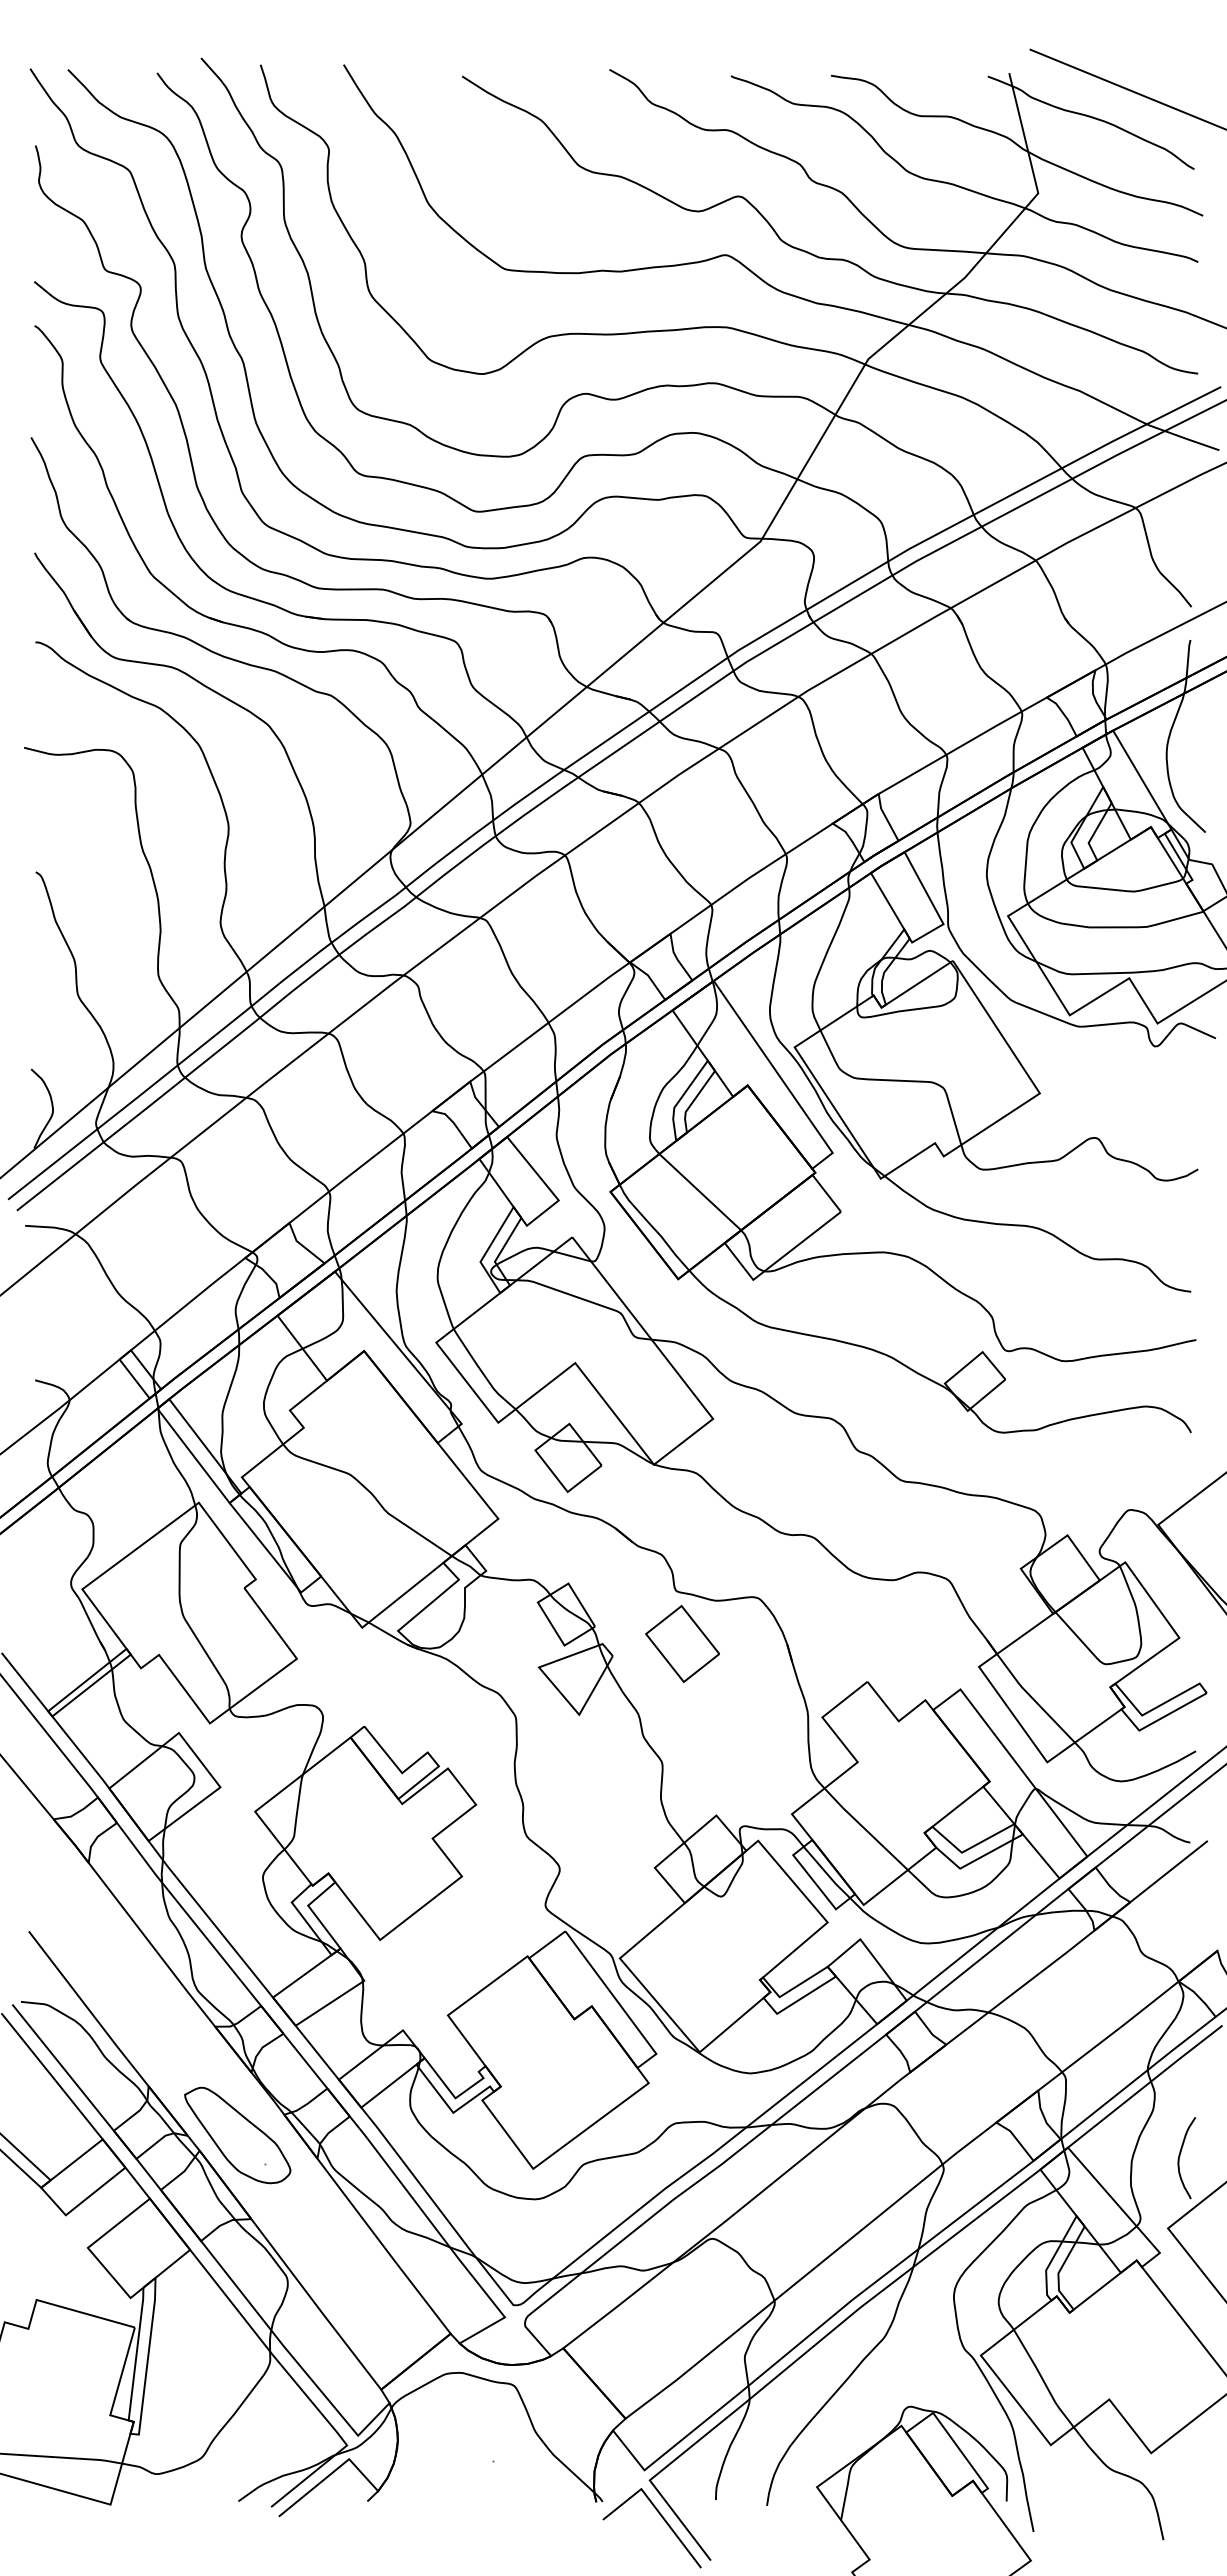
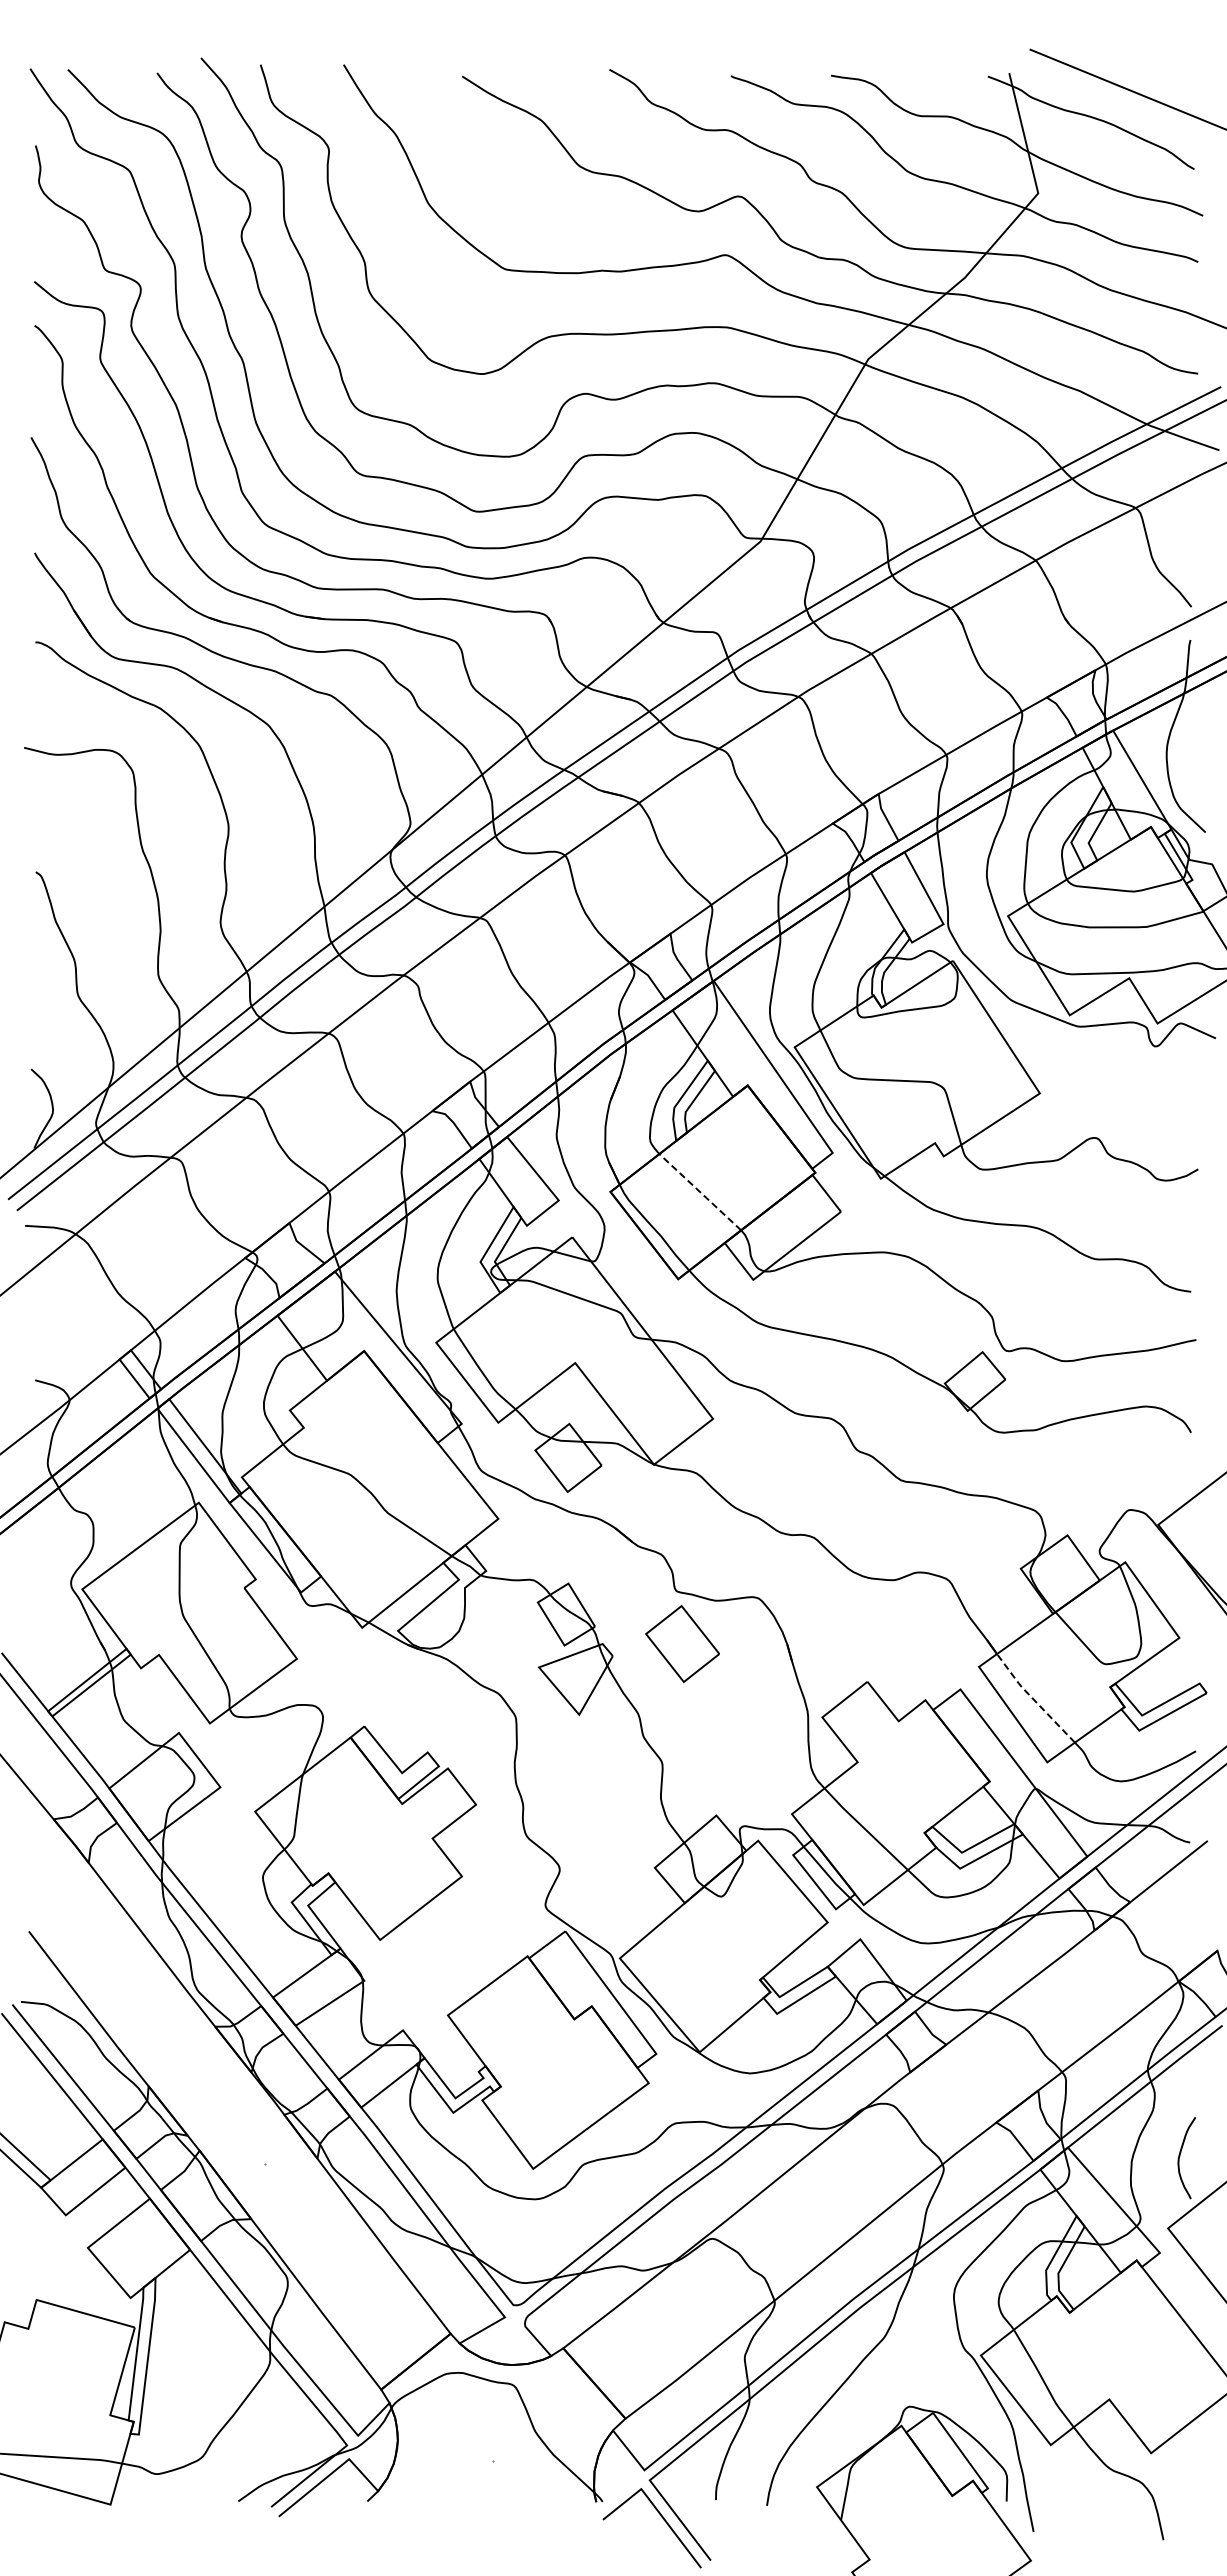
line at (700, 1192): solid -> dashed
line at (1033, 1698): solid -> dashed
part at (237, 2135): present -> none
